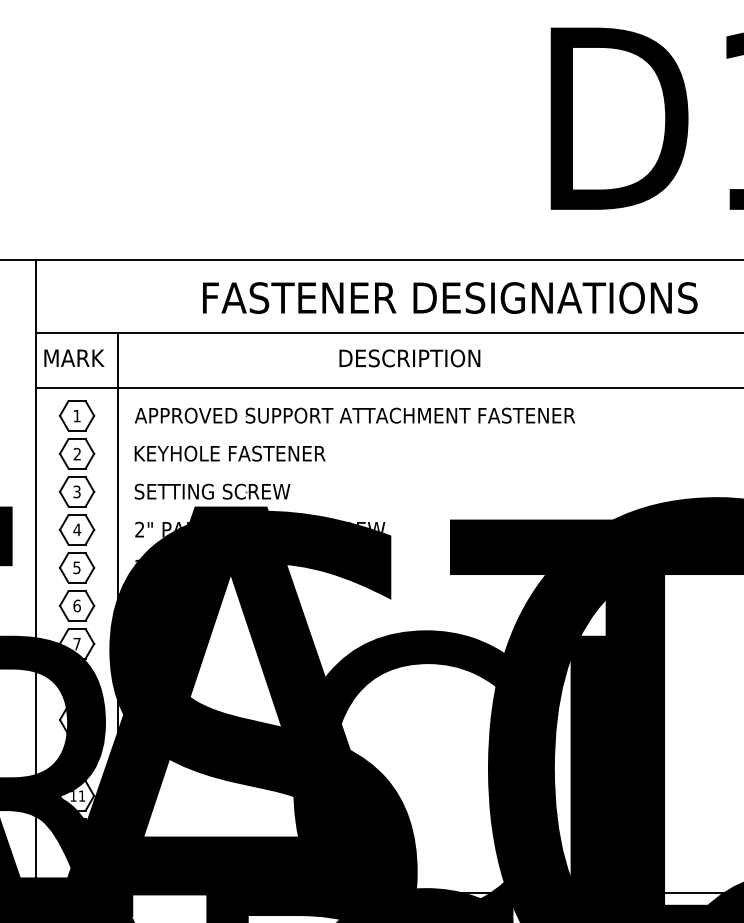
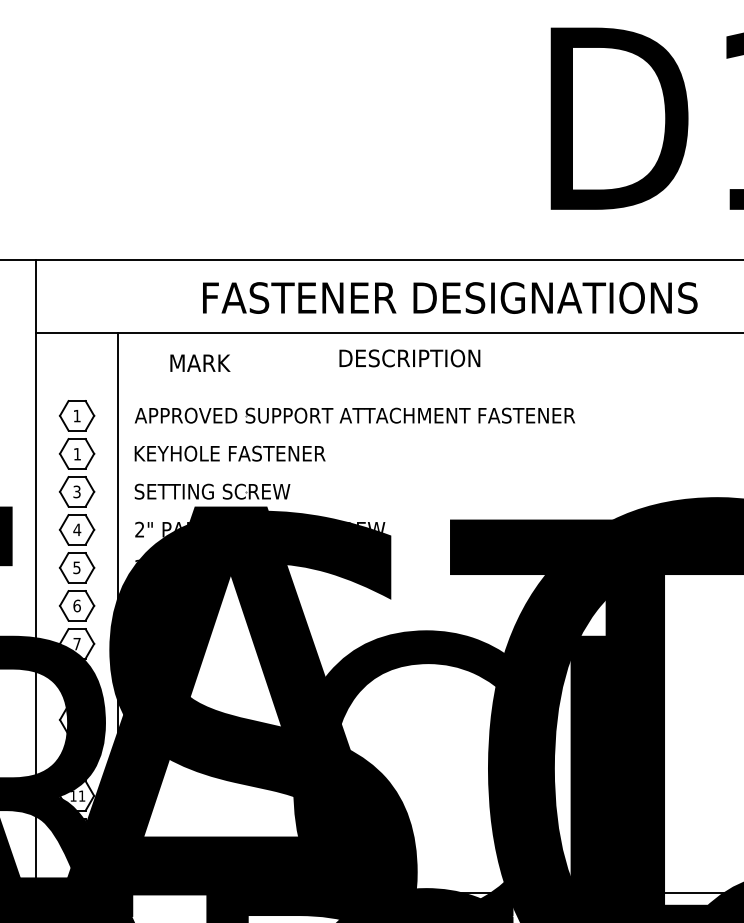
text at (74, 357) position: (74, 357) -> (200, 362)
line at (387, 387): present -> none
text at (76, 453): 2 -> 1
